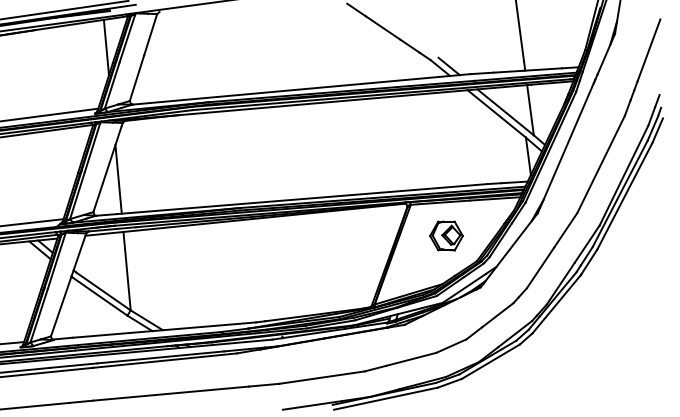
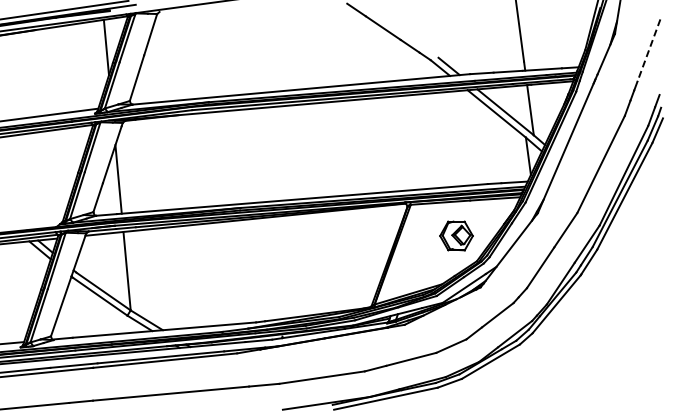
line at (648, 51): solid -> dashed
line at (32, 222): present -> none
part at (446, 235) position: (446, 235) -> (456, 235)
